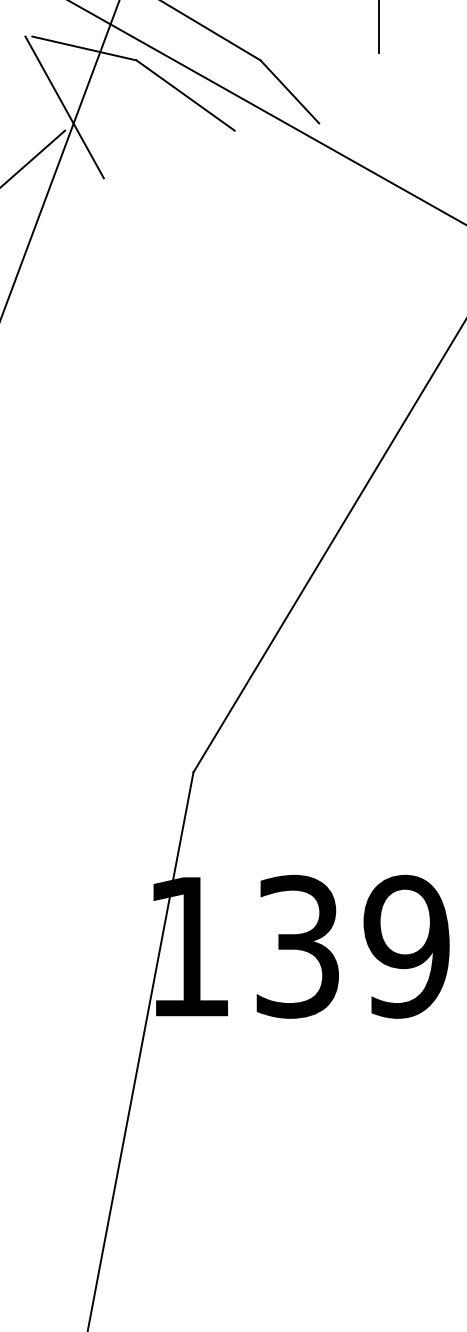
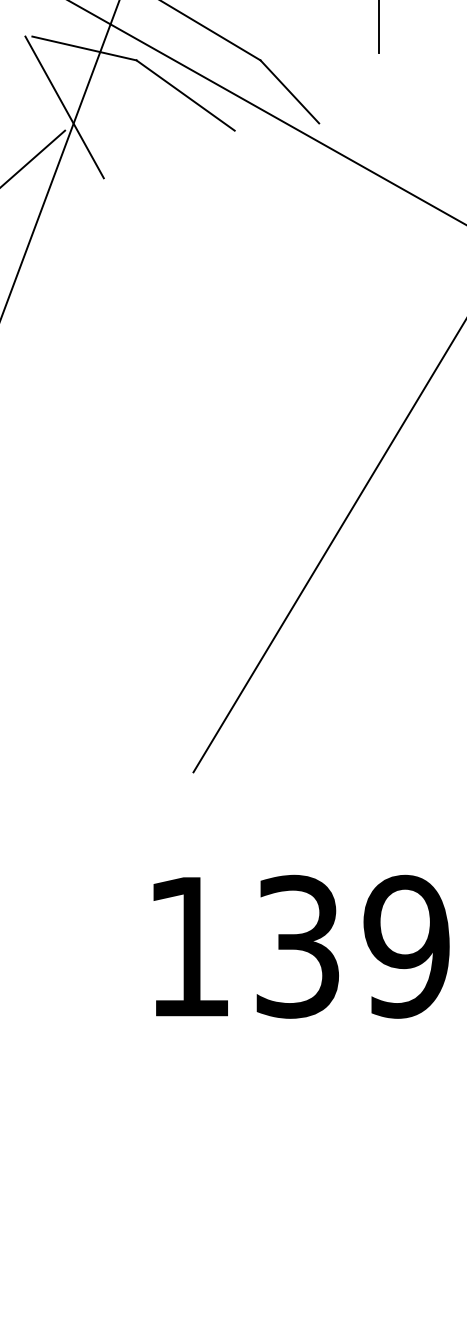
line at (140, 1050): present -> none
